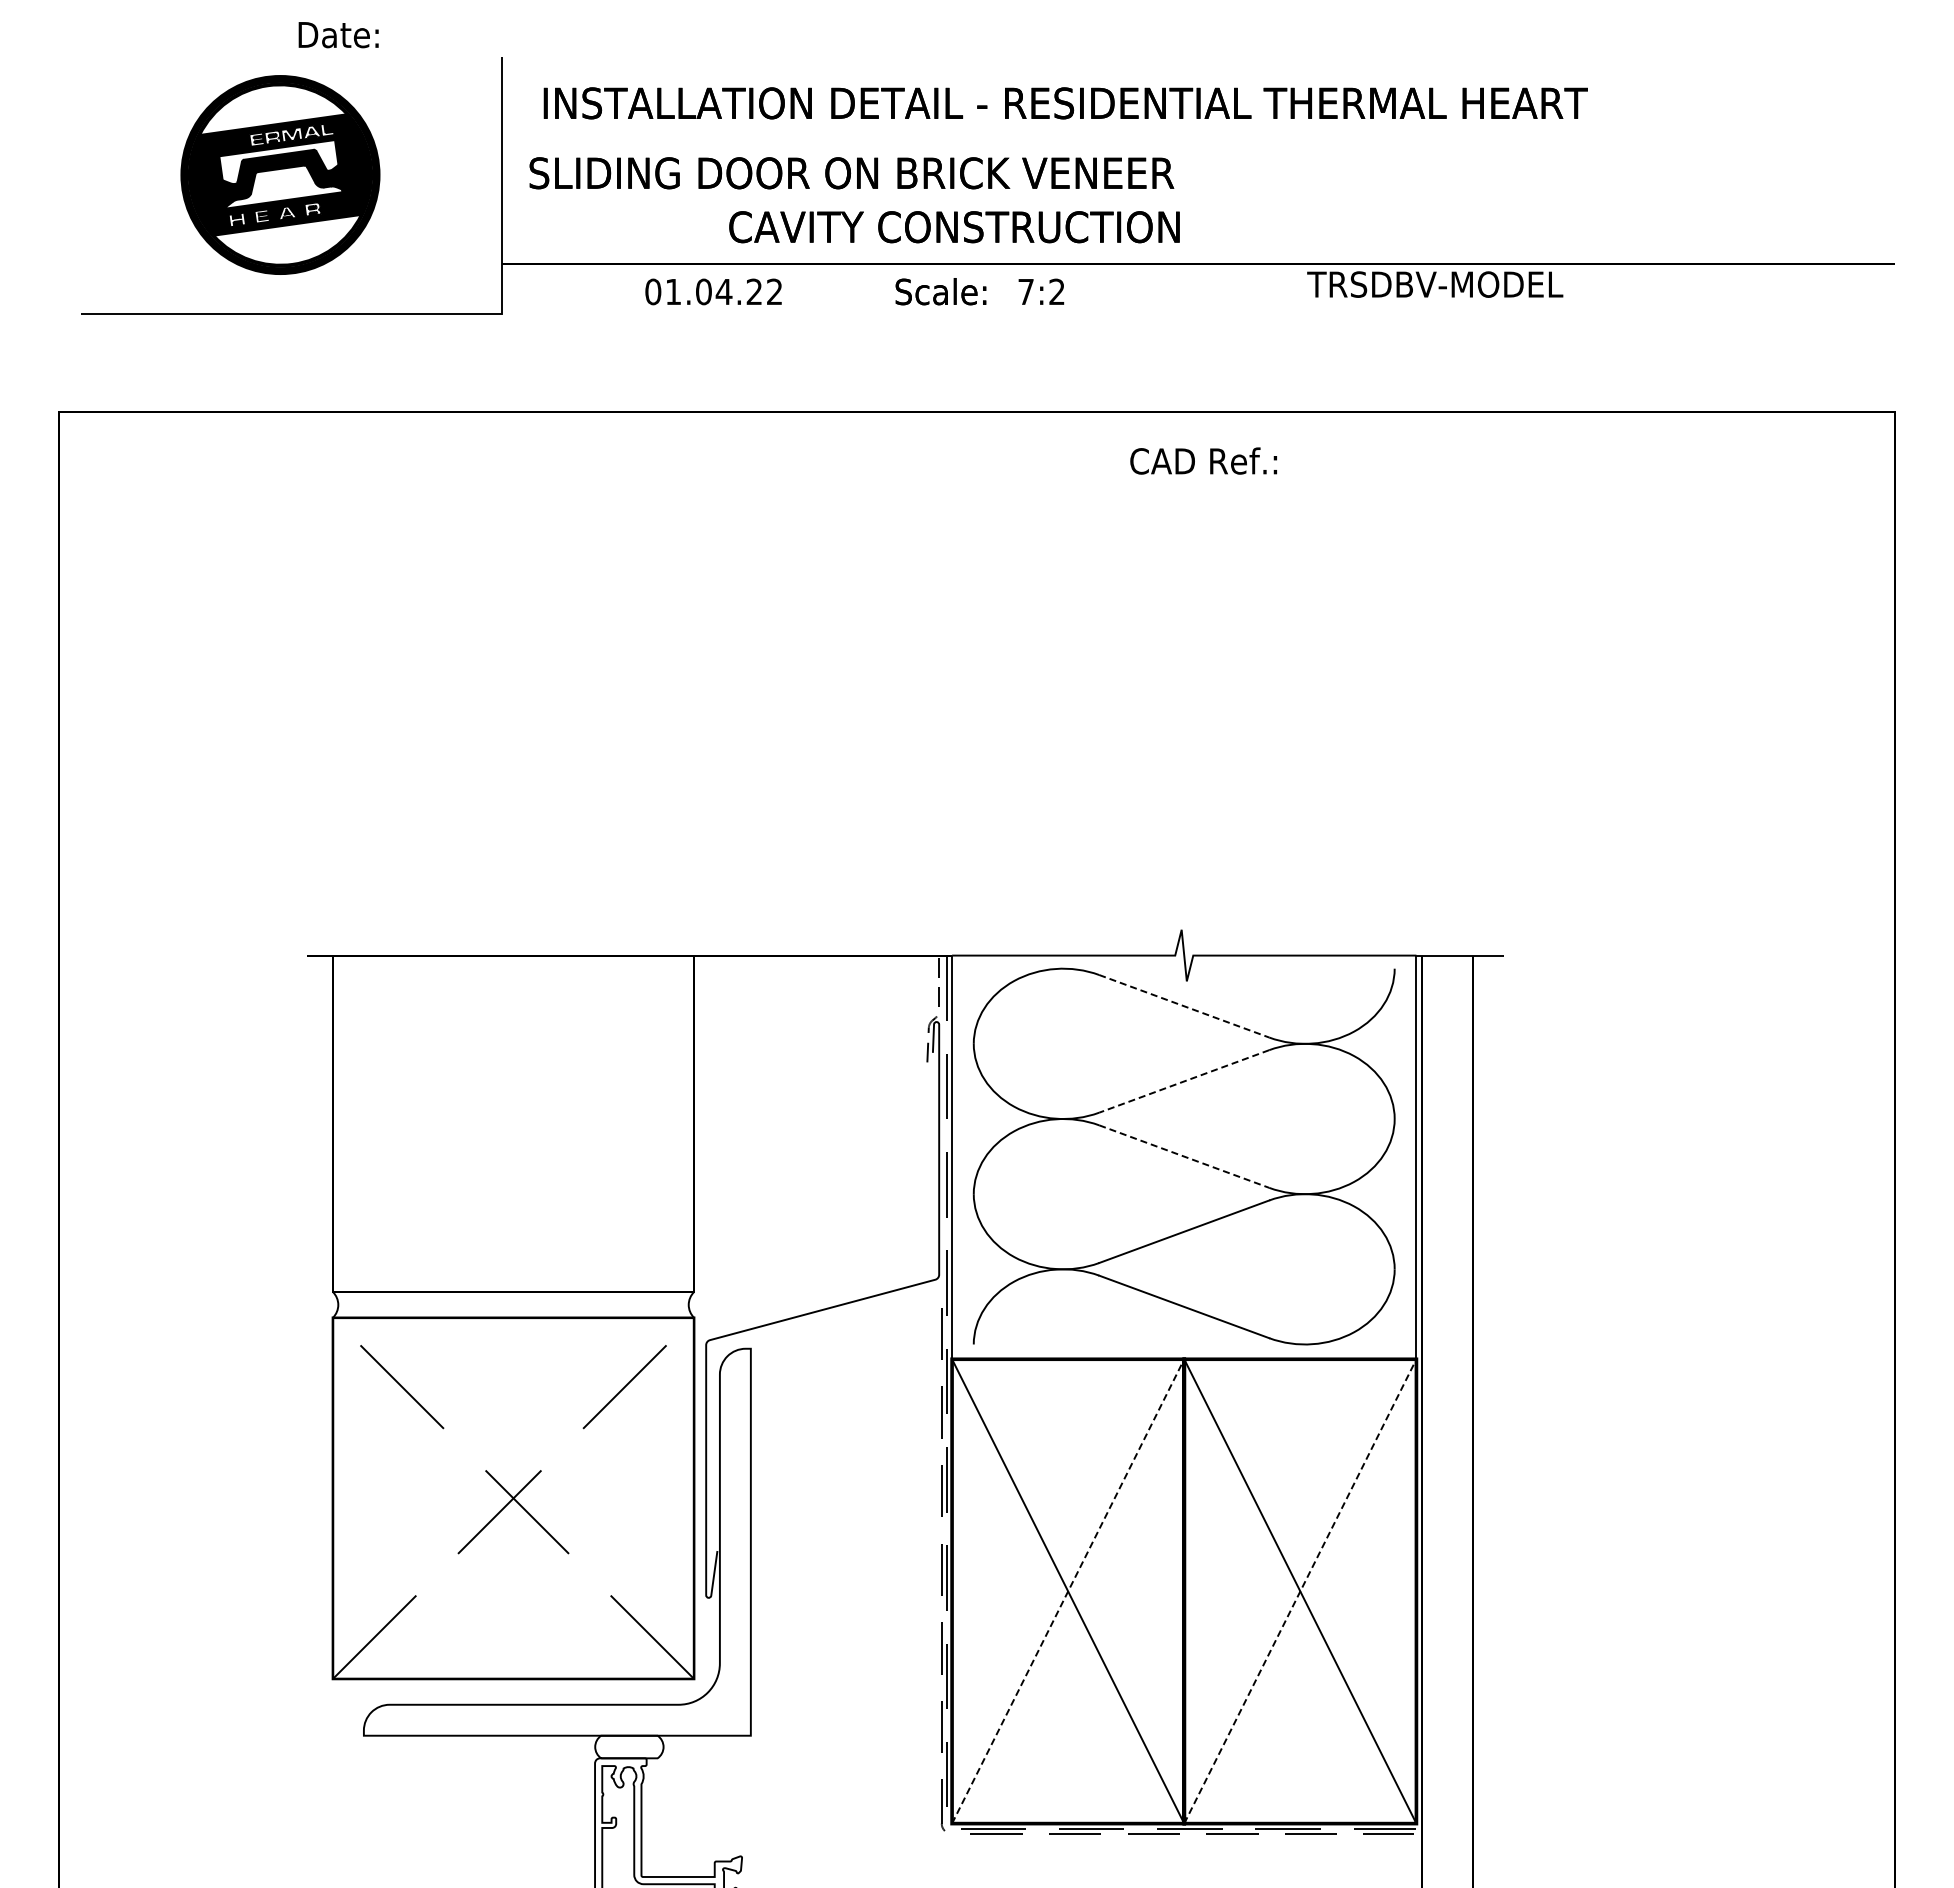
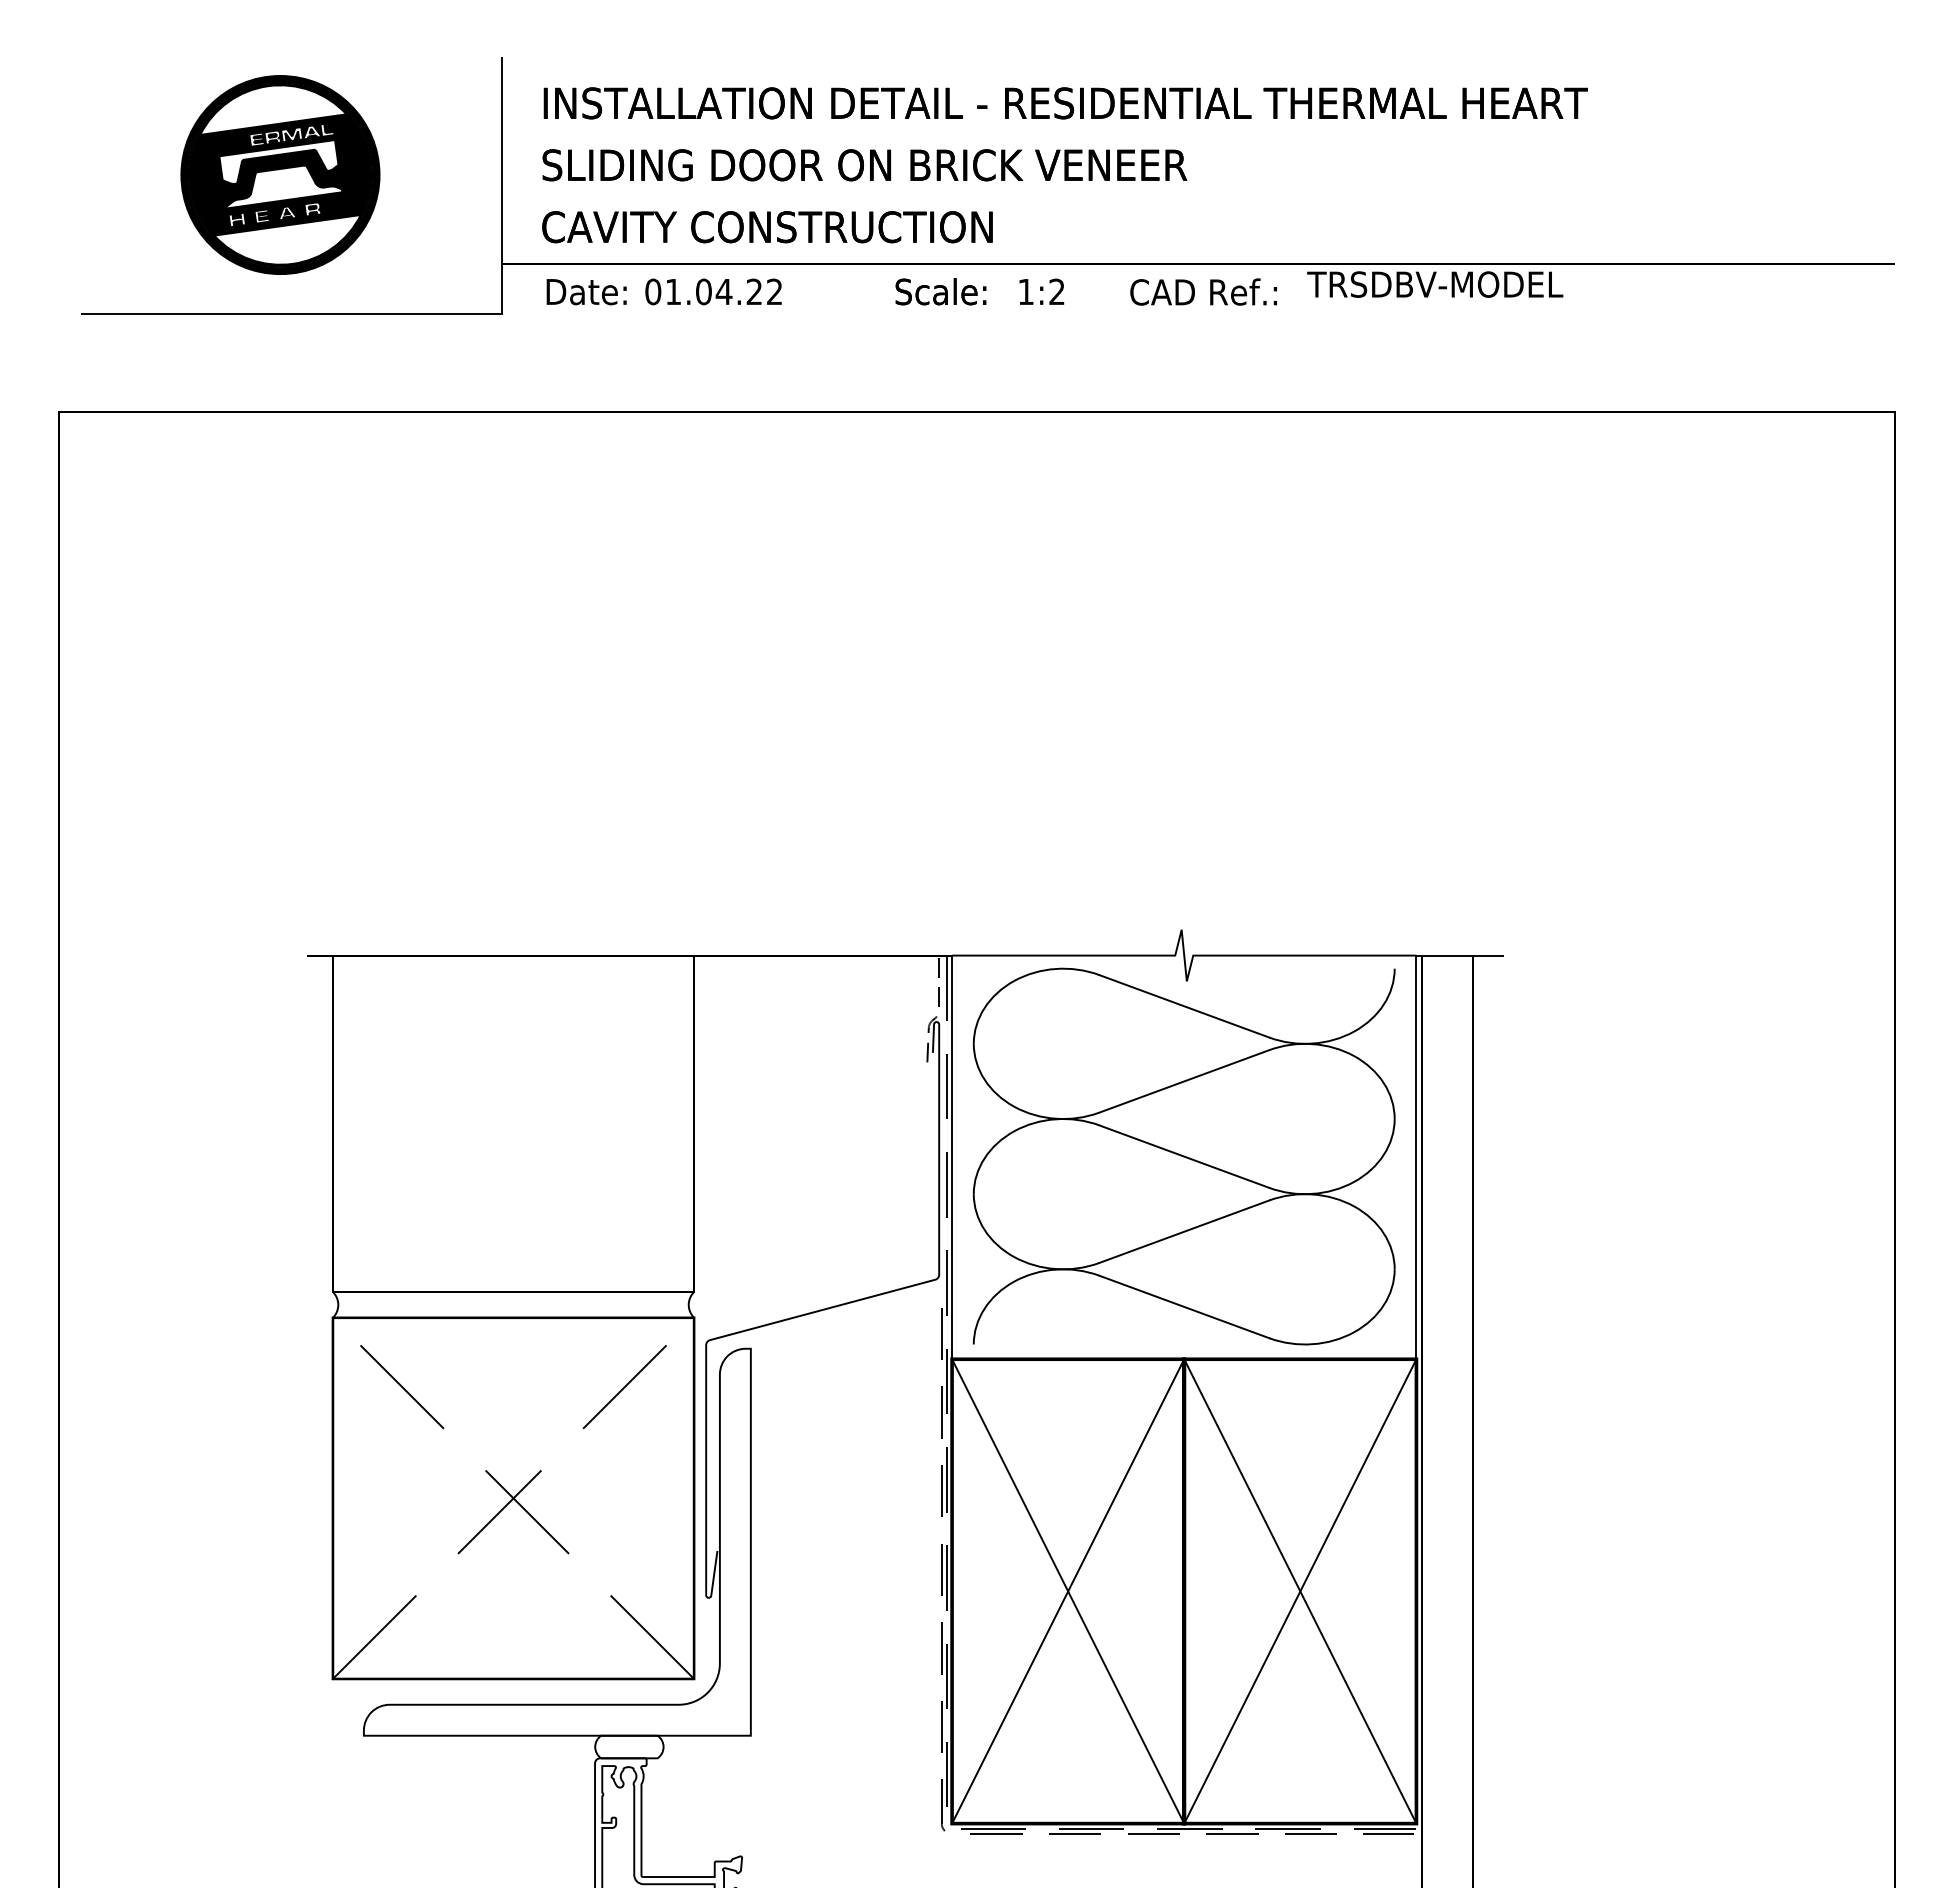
text at (338, 35) position: (338, 35) -> (586, 292)
text at (851, 173) position: (851, 173) -> (864, 165)
text at (954, 227) position: (954, 227) -> (767, 227)
text at (1025, 291): 7:2 -> 1:2
text at (1203, 460) position: (1203, 460) -> (1203, 291)
line at (1184, 1006): dashed -> solid
line at (1184, 1081): dashed -> solid
line at (1184, 1156): dashed -> solid
line at (1068, 1591): dashed -> solid
line at (1300, 1591): dashed -> solid
